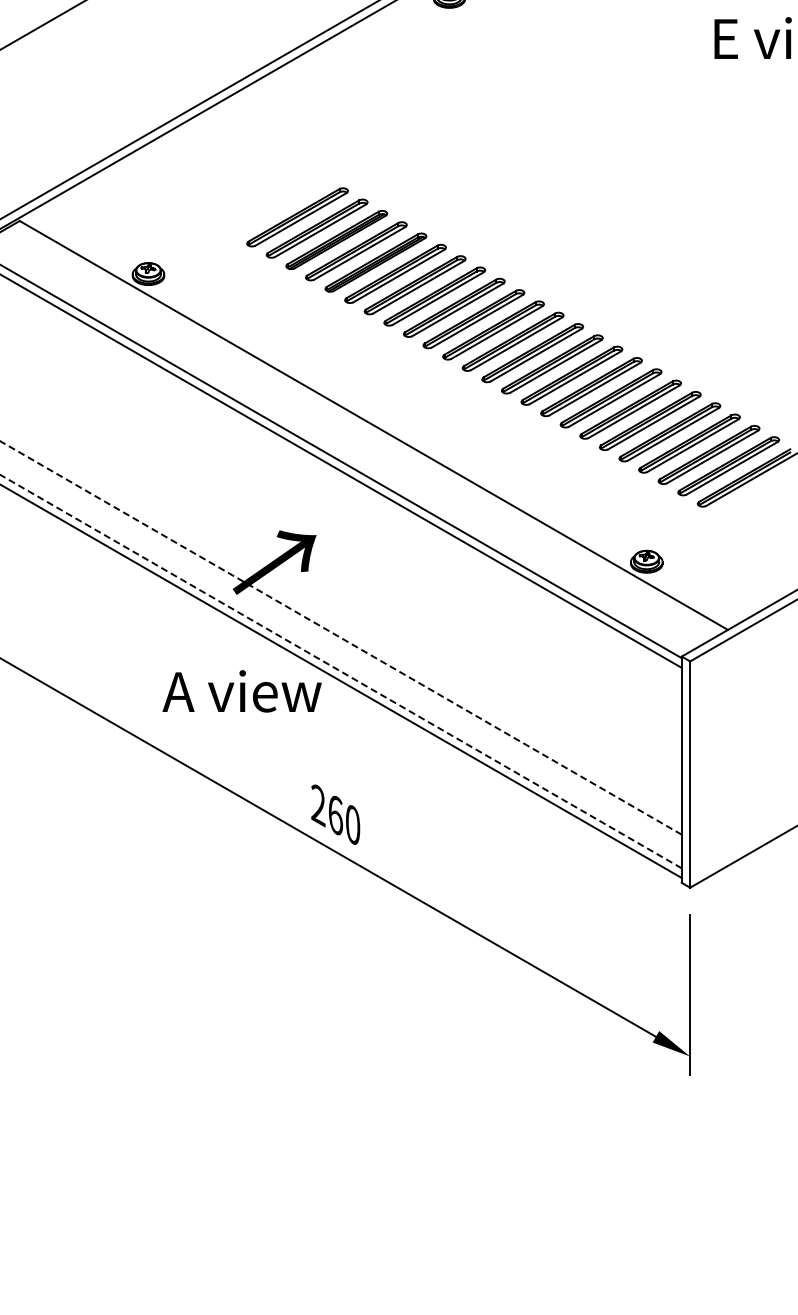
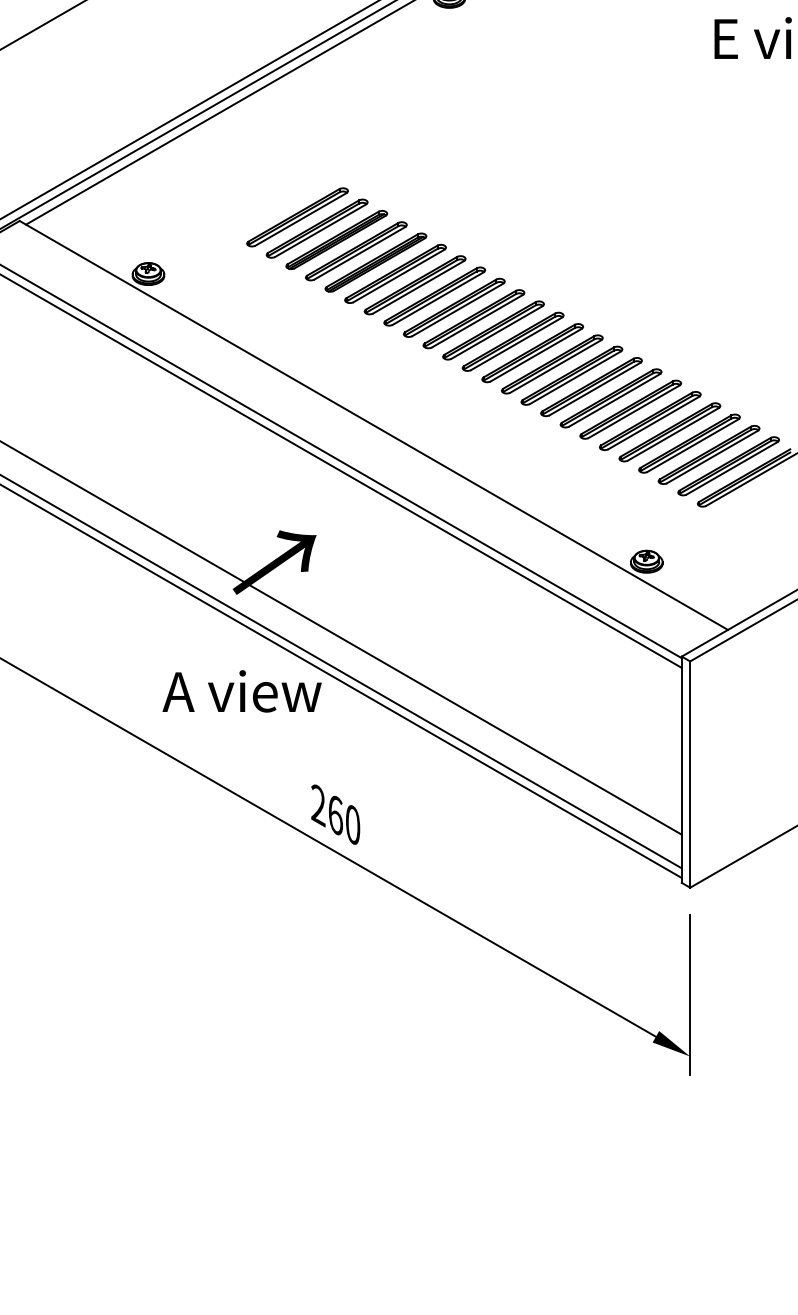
line at (218, 113): none -> present
line at (340, 637): dashed -> solid
line at (340, 671): dashed -> solid
